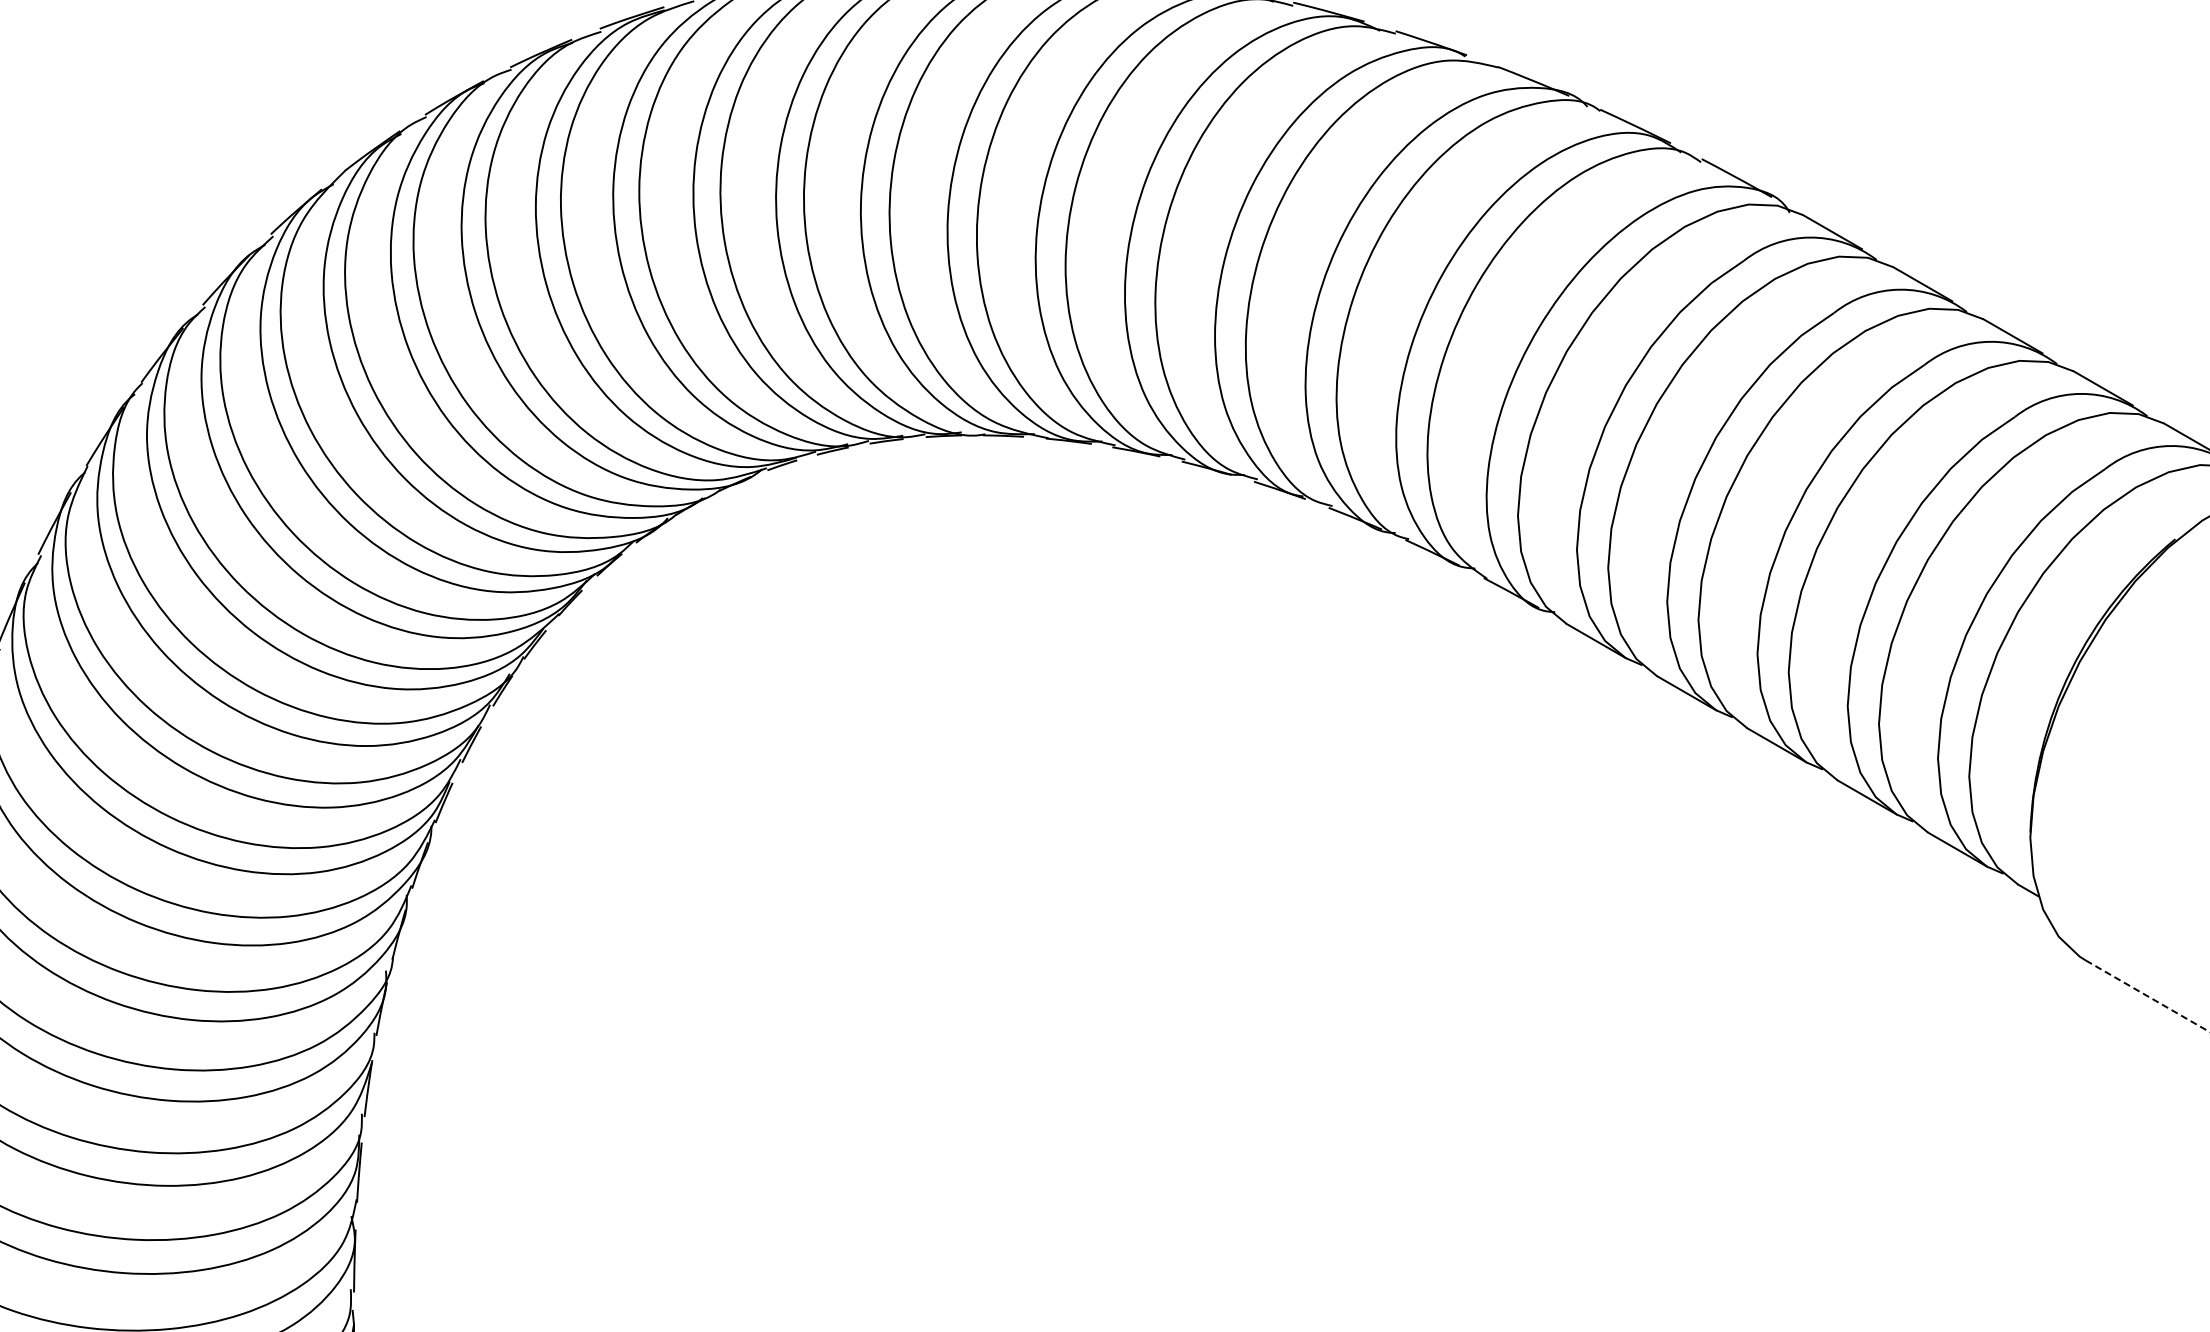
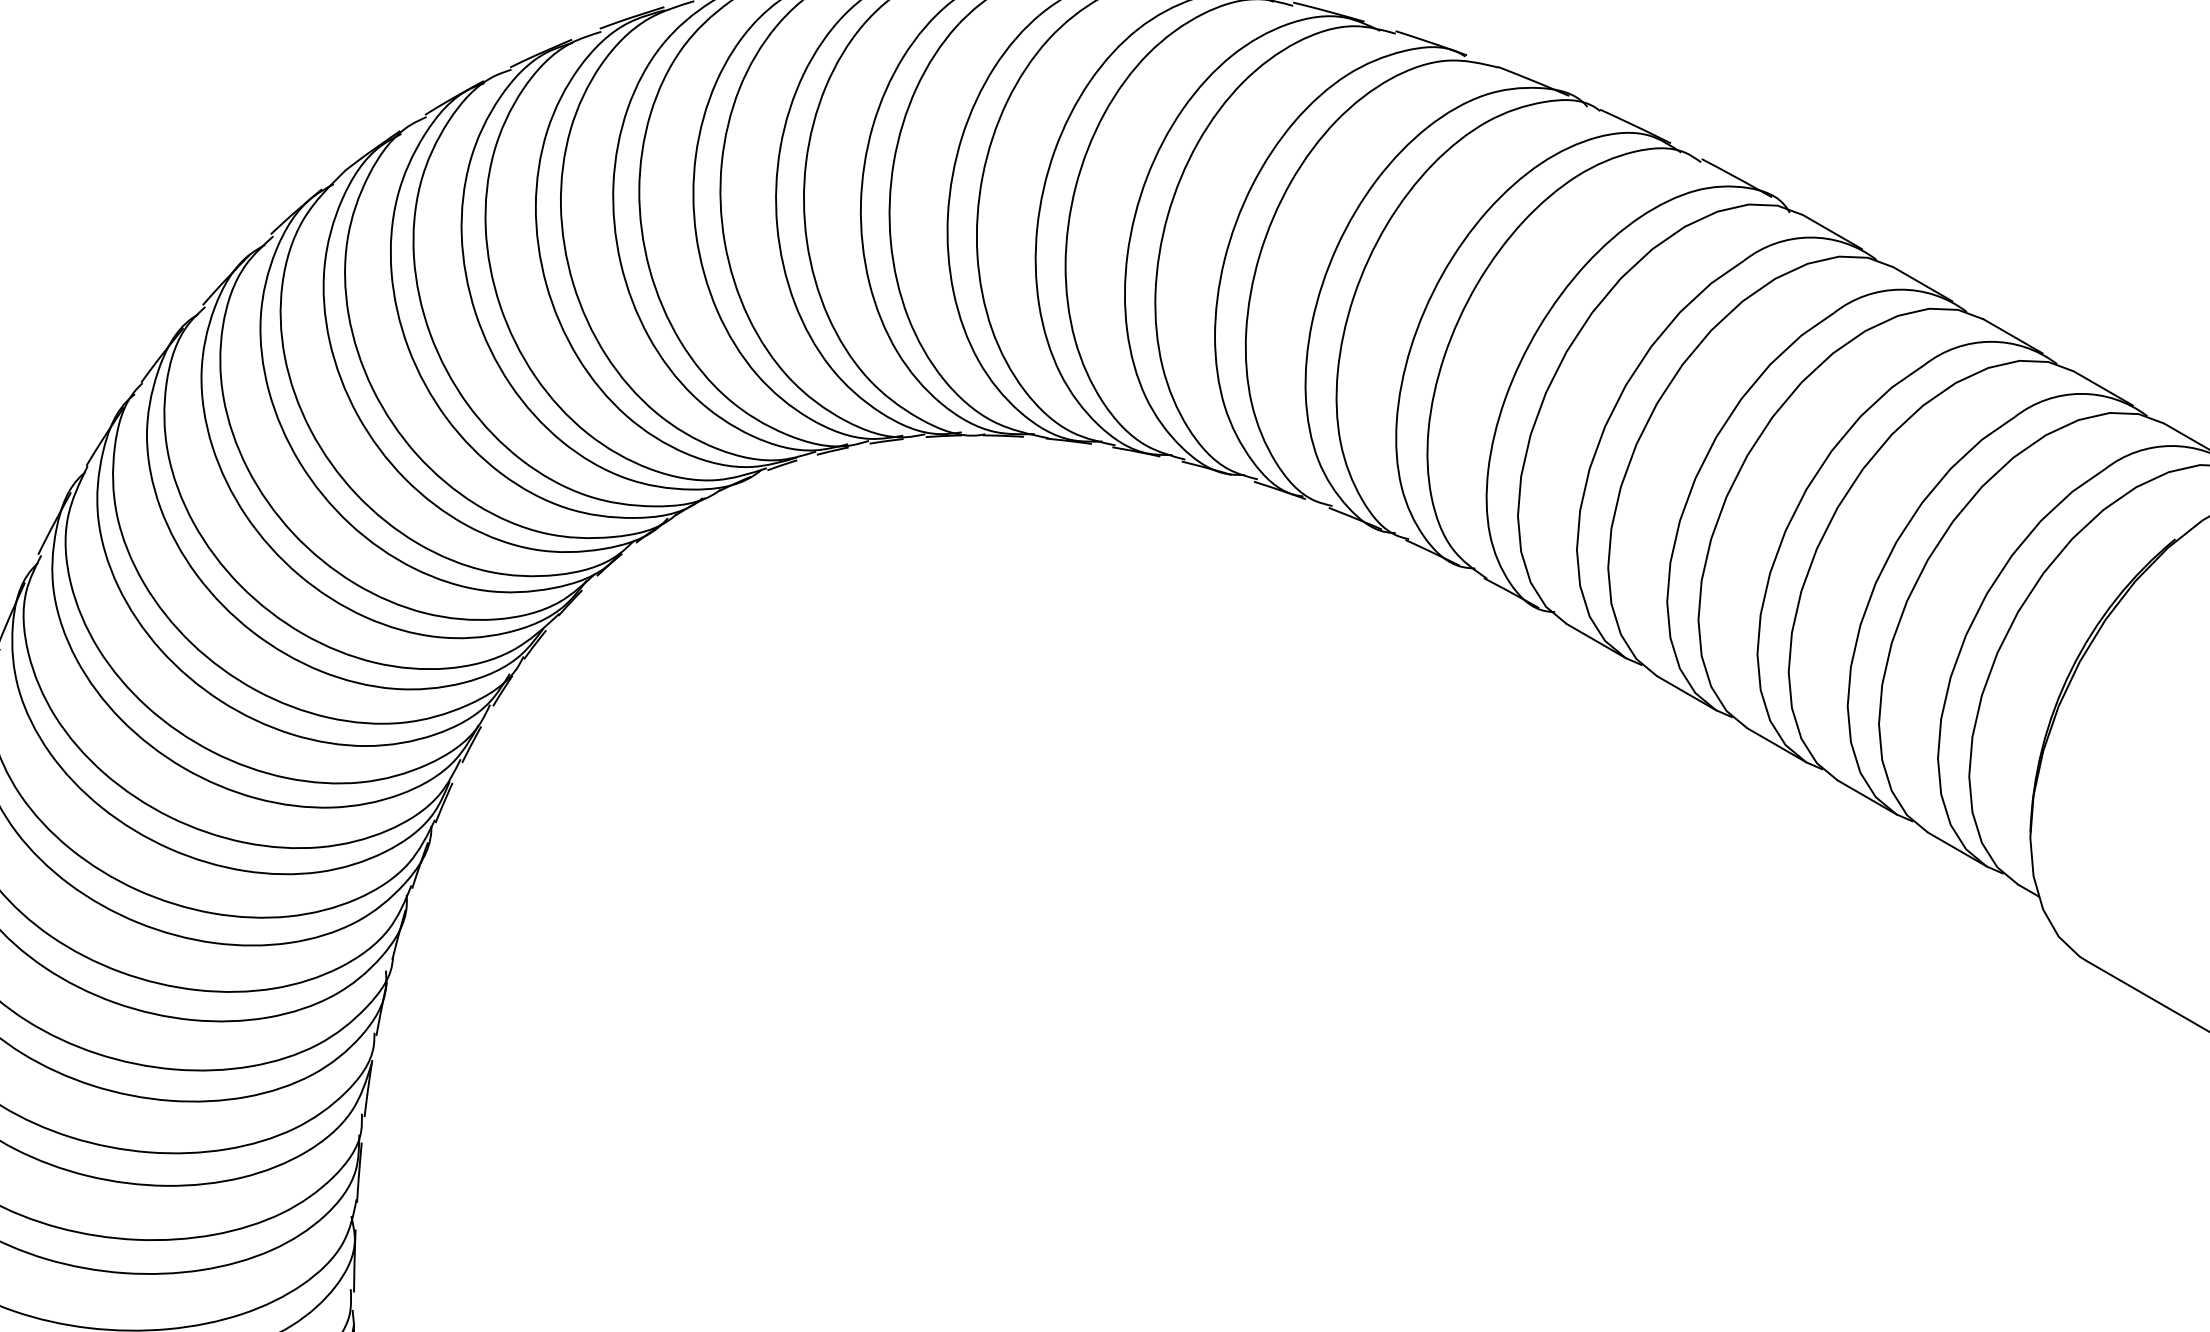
line at (2148, 996): dashed -> solid
